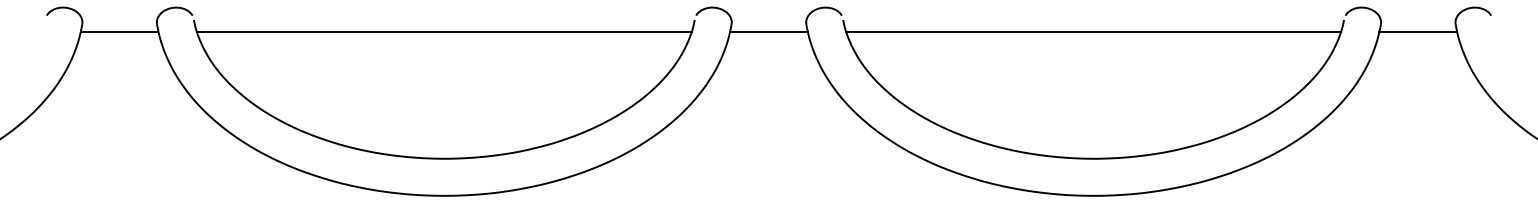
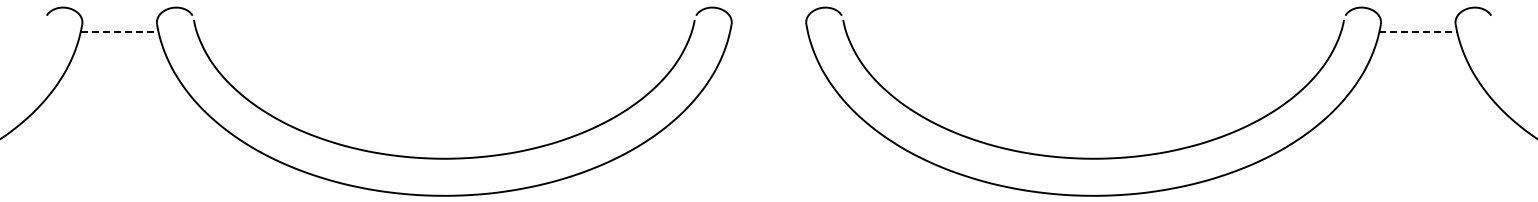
line at (119, 31): solid -> dashed
line at (443, 31): present -> none
line at (768, 31): present -> none
line at (1093, 31): present -> none
line at (1418, 31): solid -> dashed
